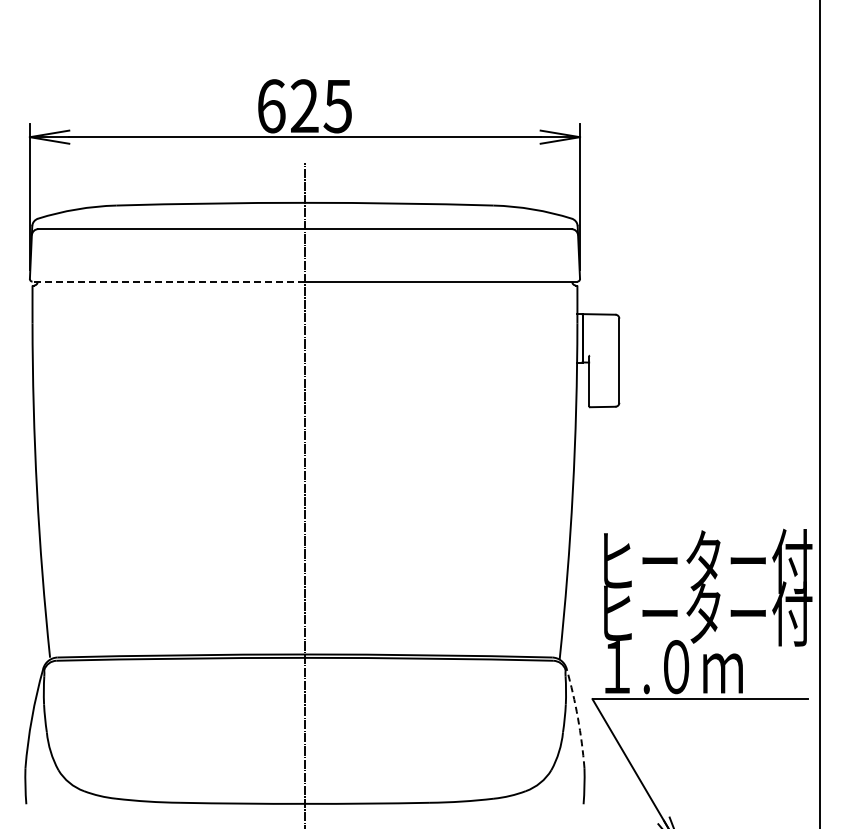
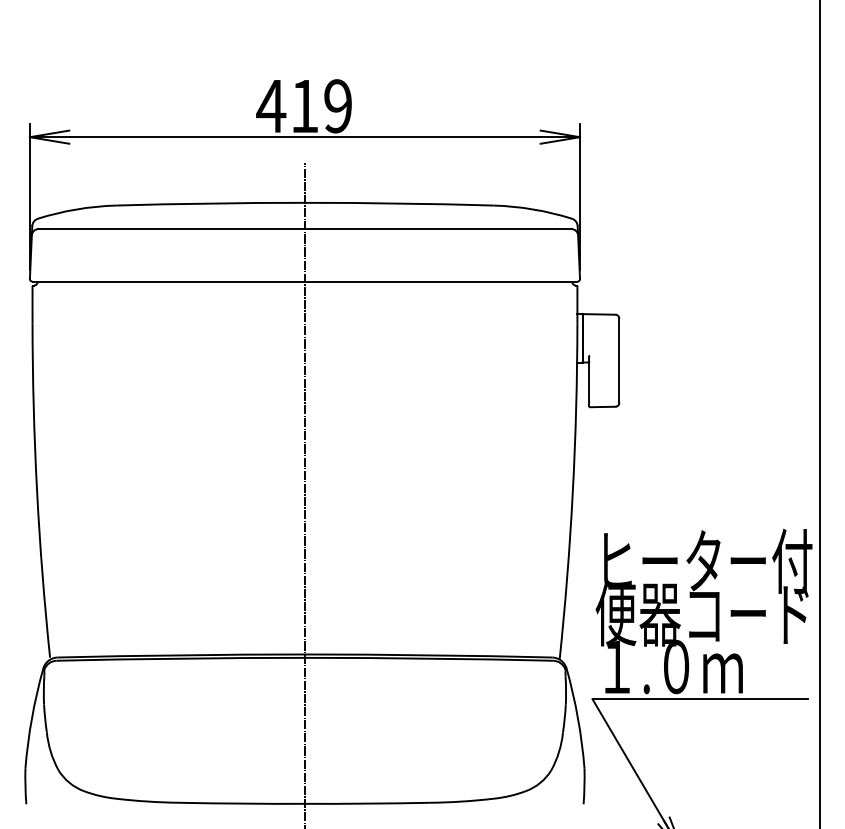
text at (303, 106): 625 -> 419
line at (168, 281): dashed -> solid
text at (703, 613): ヒーター付 -> 便器コード
arc at (577, 718): dashed -> solid
